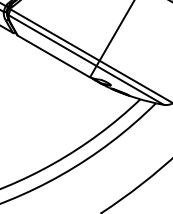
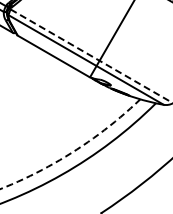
line at (91, 56): solid -> dashed
arc at (74, 151): solid -> dashed
